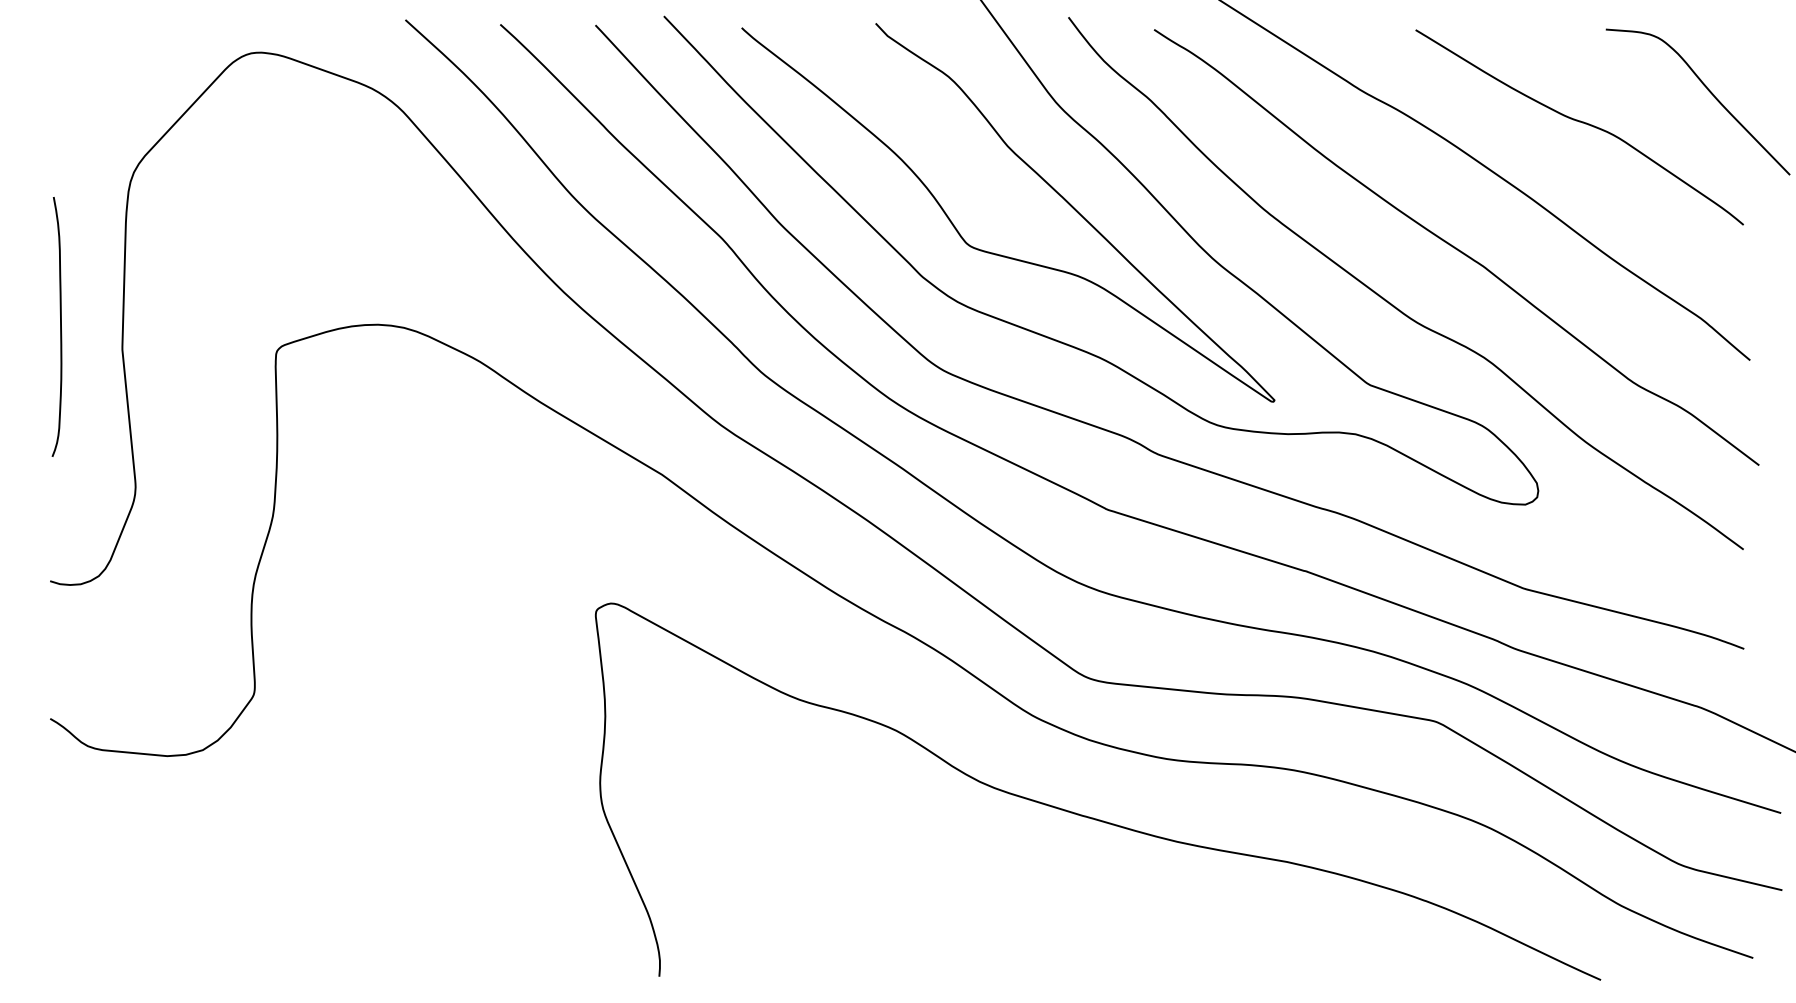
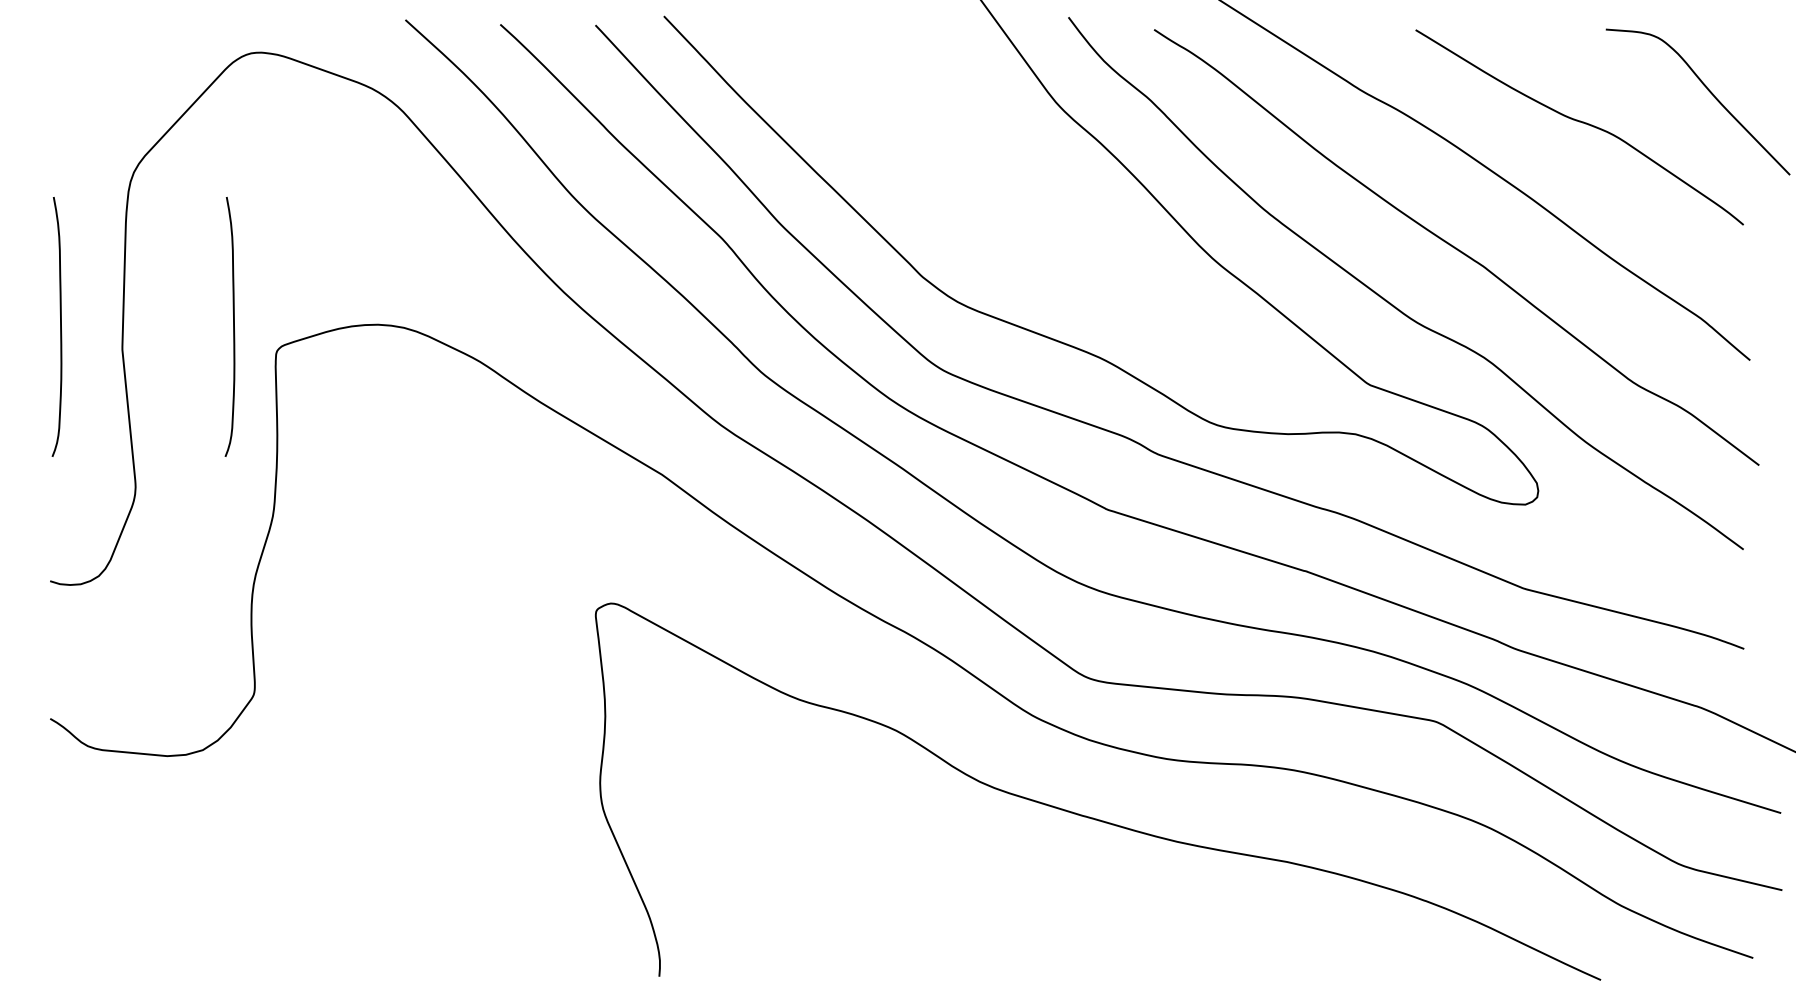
curve at (997, 253): present -> none
curve at (233, 326): none -> present
